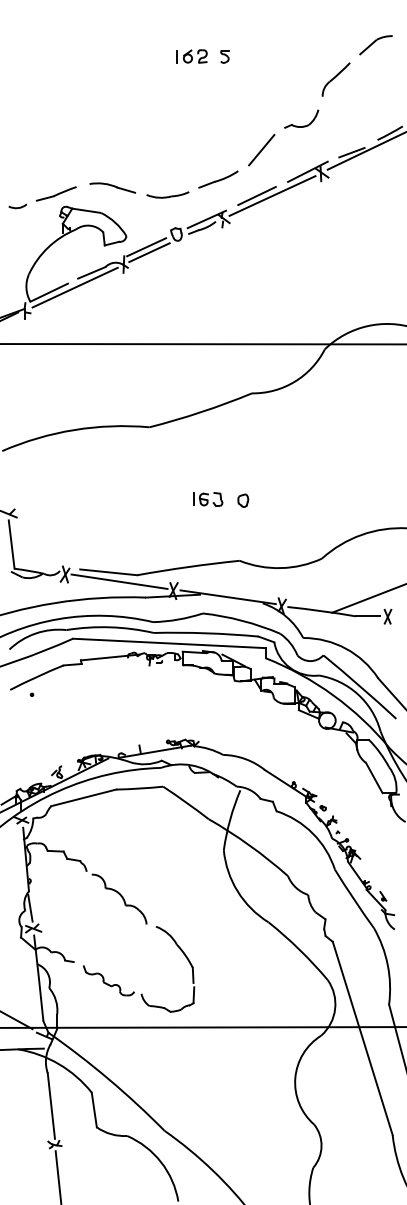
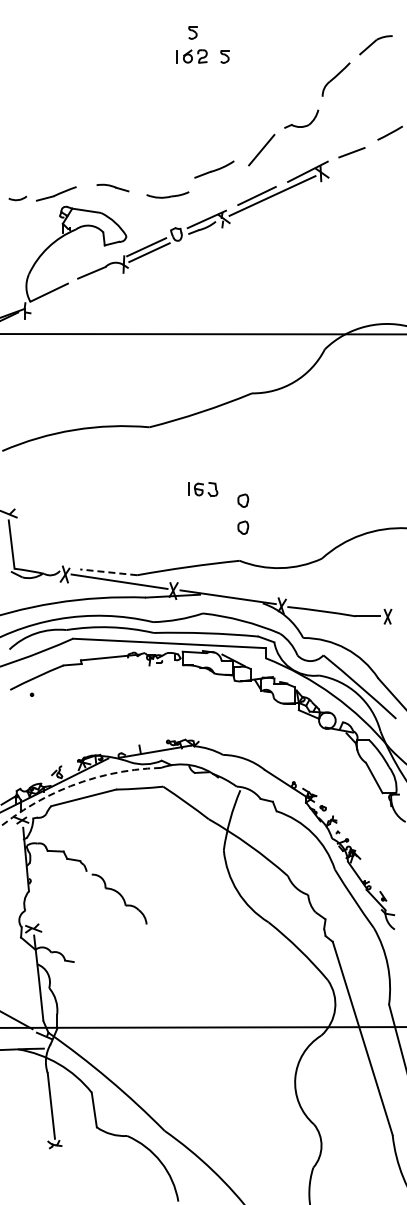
part at (192, 32): none -> present
line at (365, 151): present -> none
part at (218, 179) position: (218, 179) -> (214, 169)
part at (112, 187) size: 48x12 px -> 34x10 px
arc at (17, 207) position: (17, 207) -> (17, 199)
line at (74, 287): present -> none
line at (202, 344) position: (202, 344) -> (202, 334)
part at (208, 499) position: (208, 499) -> (203, 489)
part at (243, 527): none -> present
line at (108, 572): solid -> dashed
line at (367, 598): present -> none
arc at (76, 784): solid -> dashed
line at (30, 907): present -> none
part at (134, 991): present -> none
line at (58, 1176): present -> none
